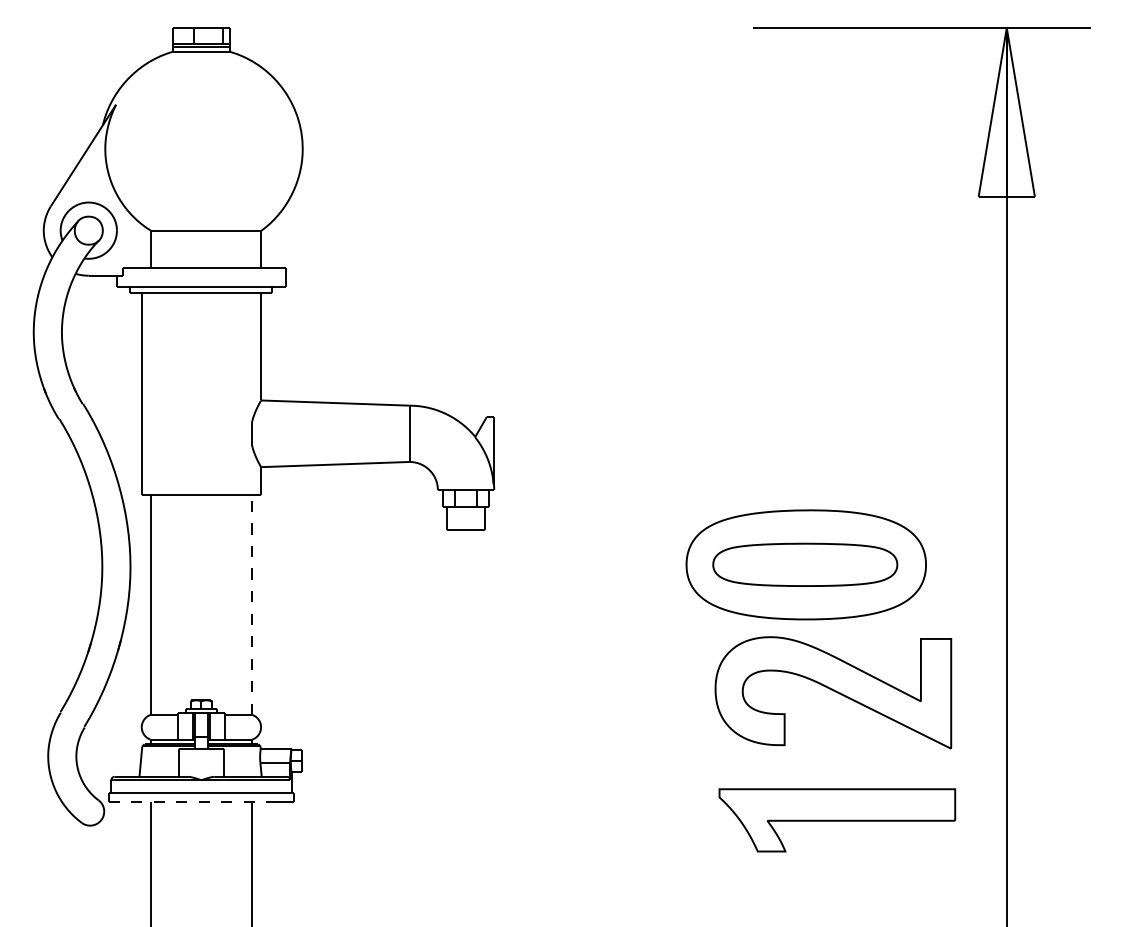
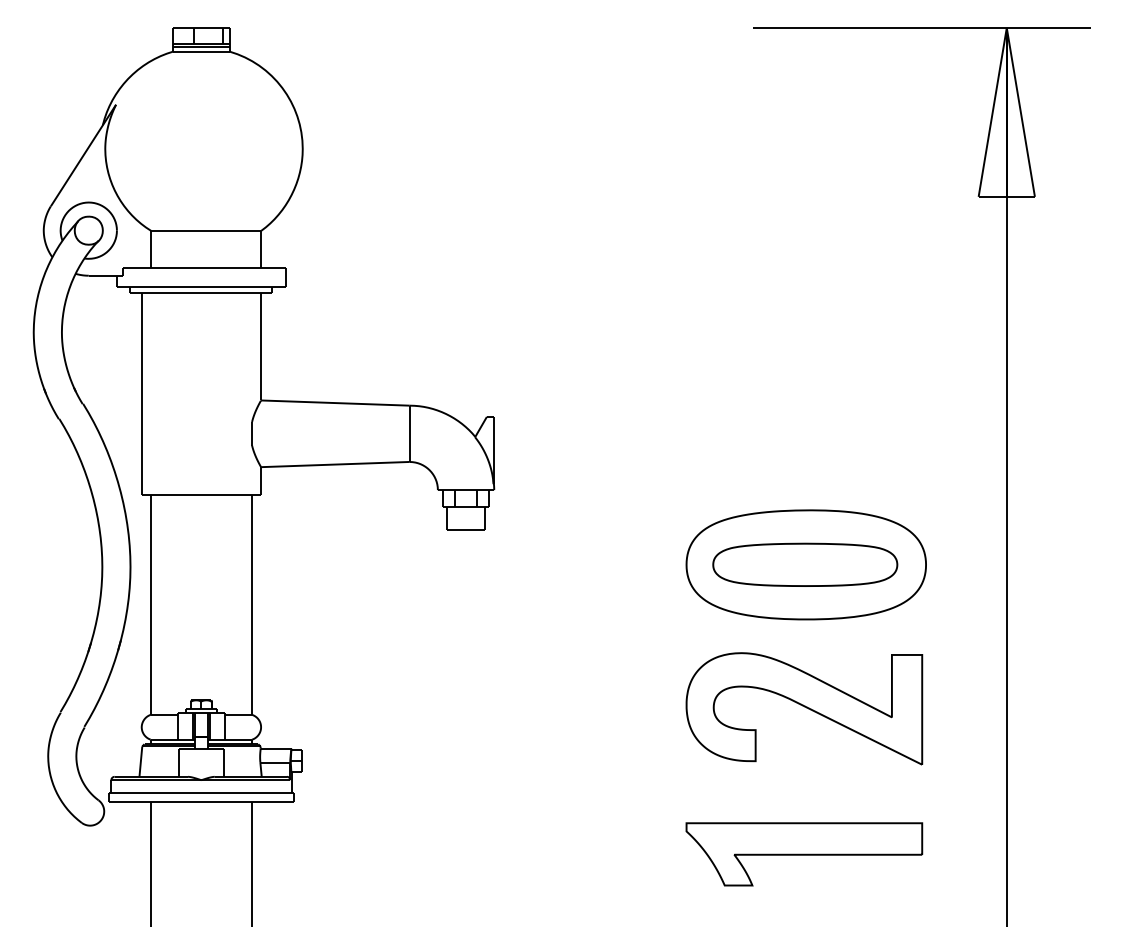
line at (252, 605): dashed -> solid
part at (833, 692) position: (833, 692) -> (804, 708)
line at (188, 801): dashed -> solid
part at (837, 820) position: (837, 820) -> (804, 854)
